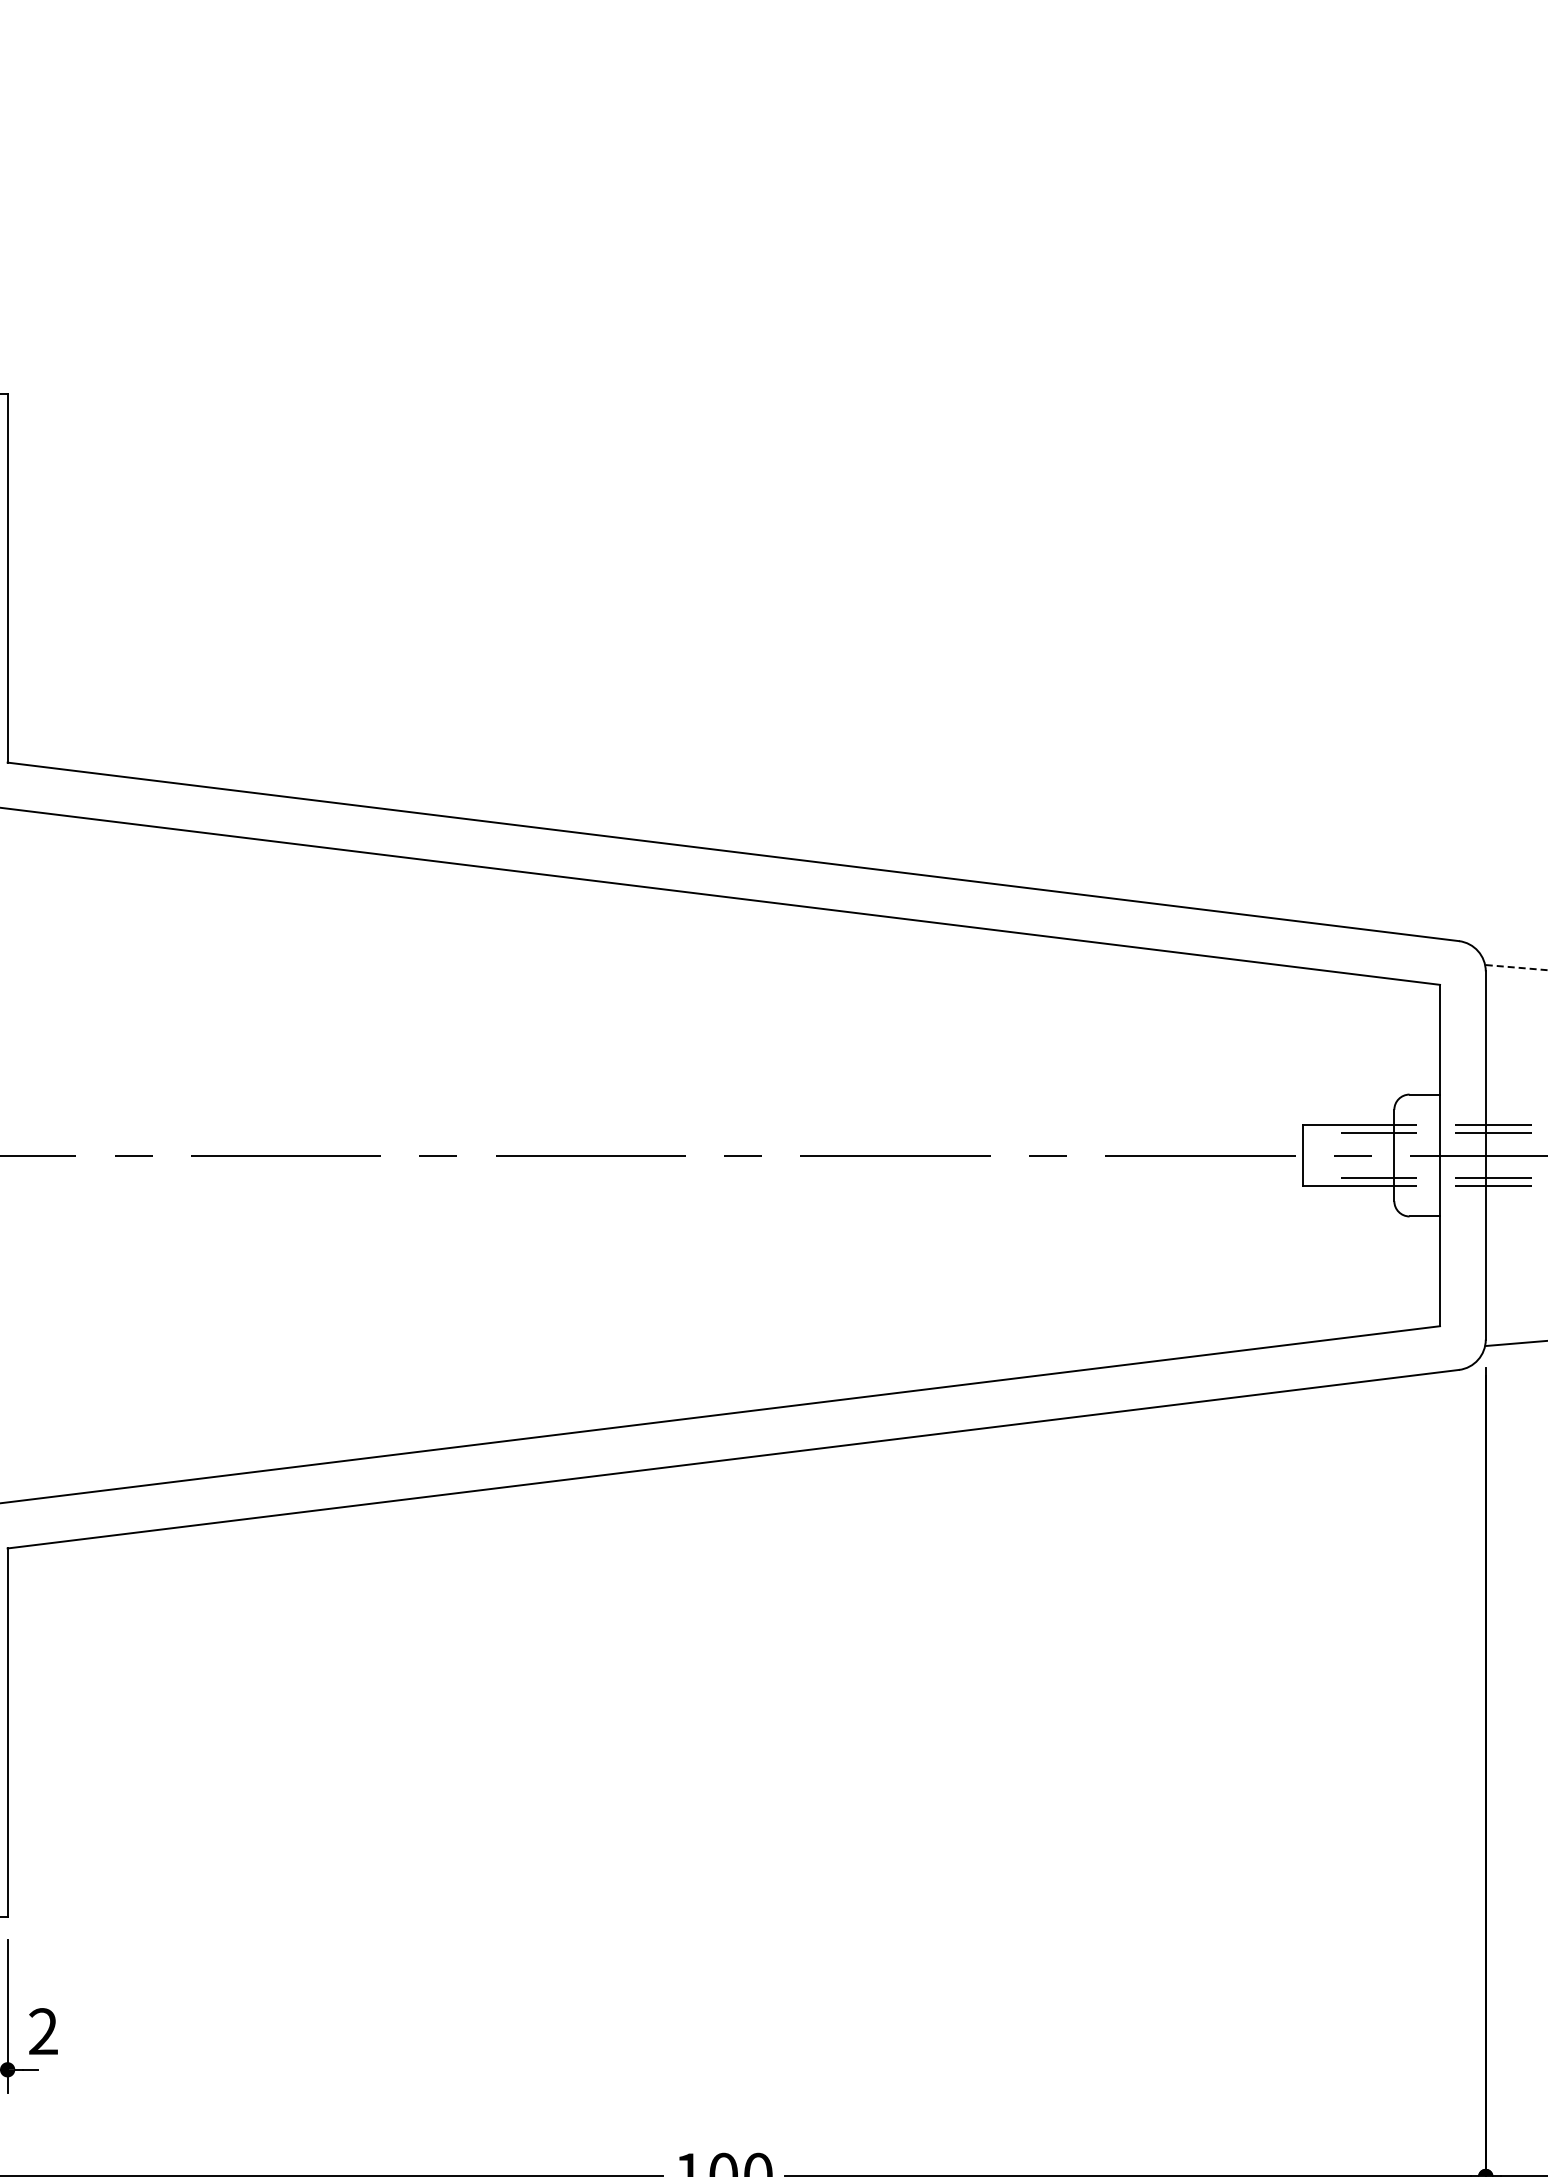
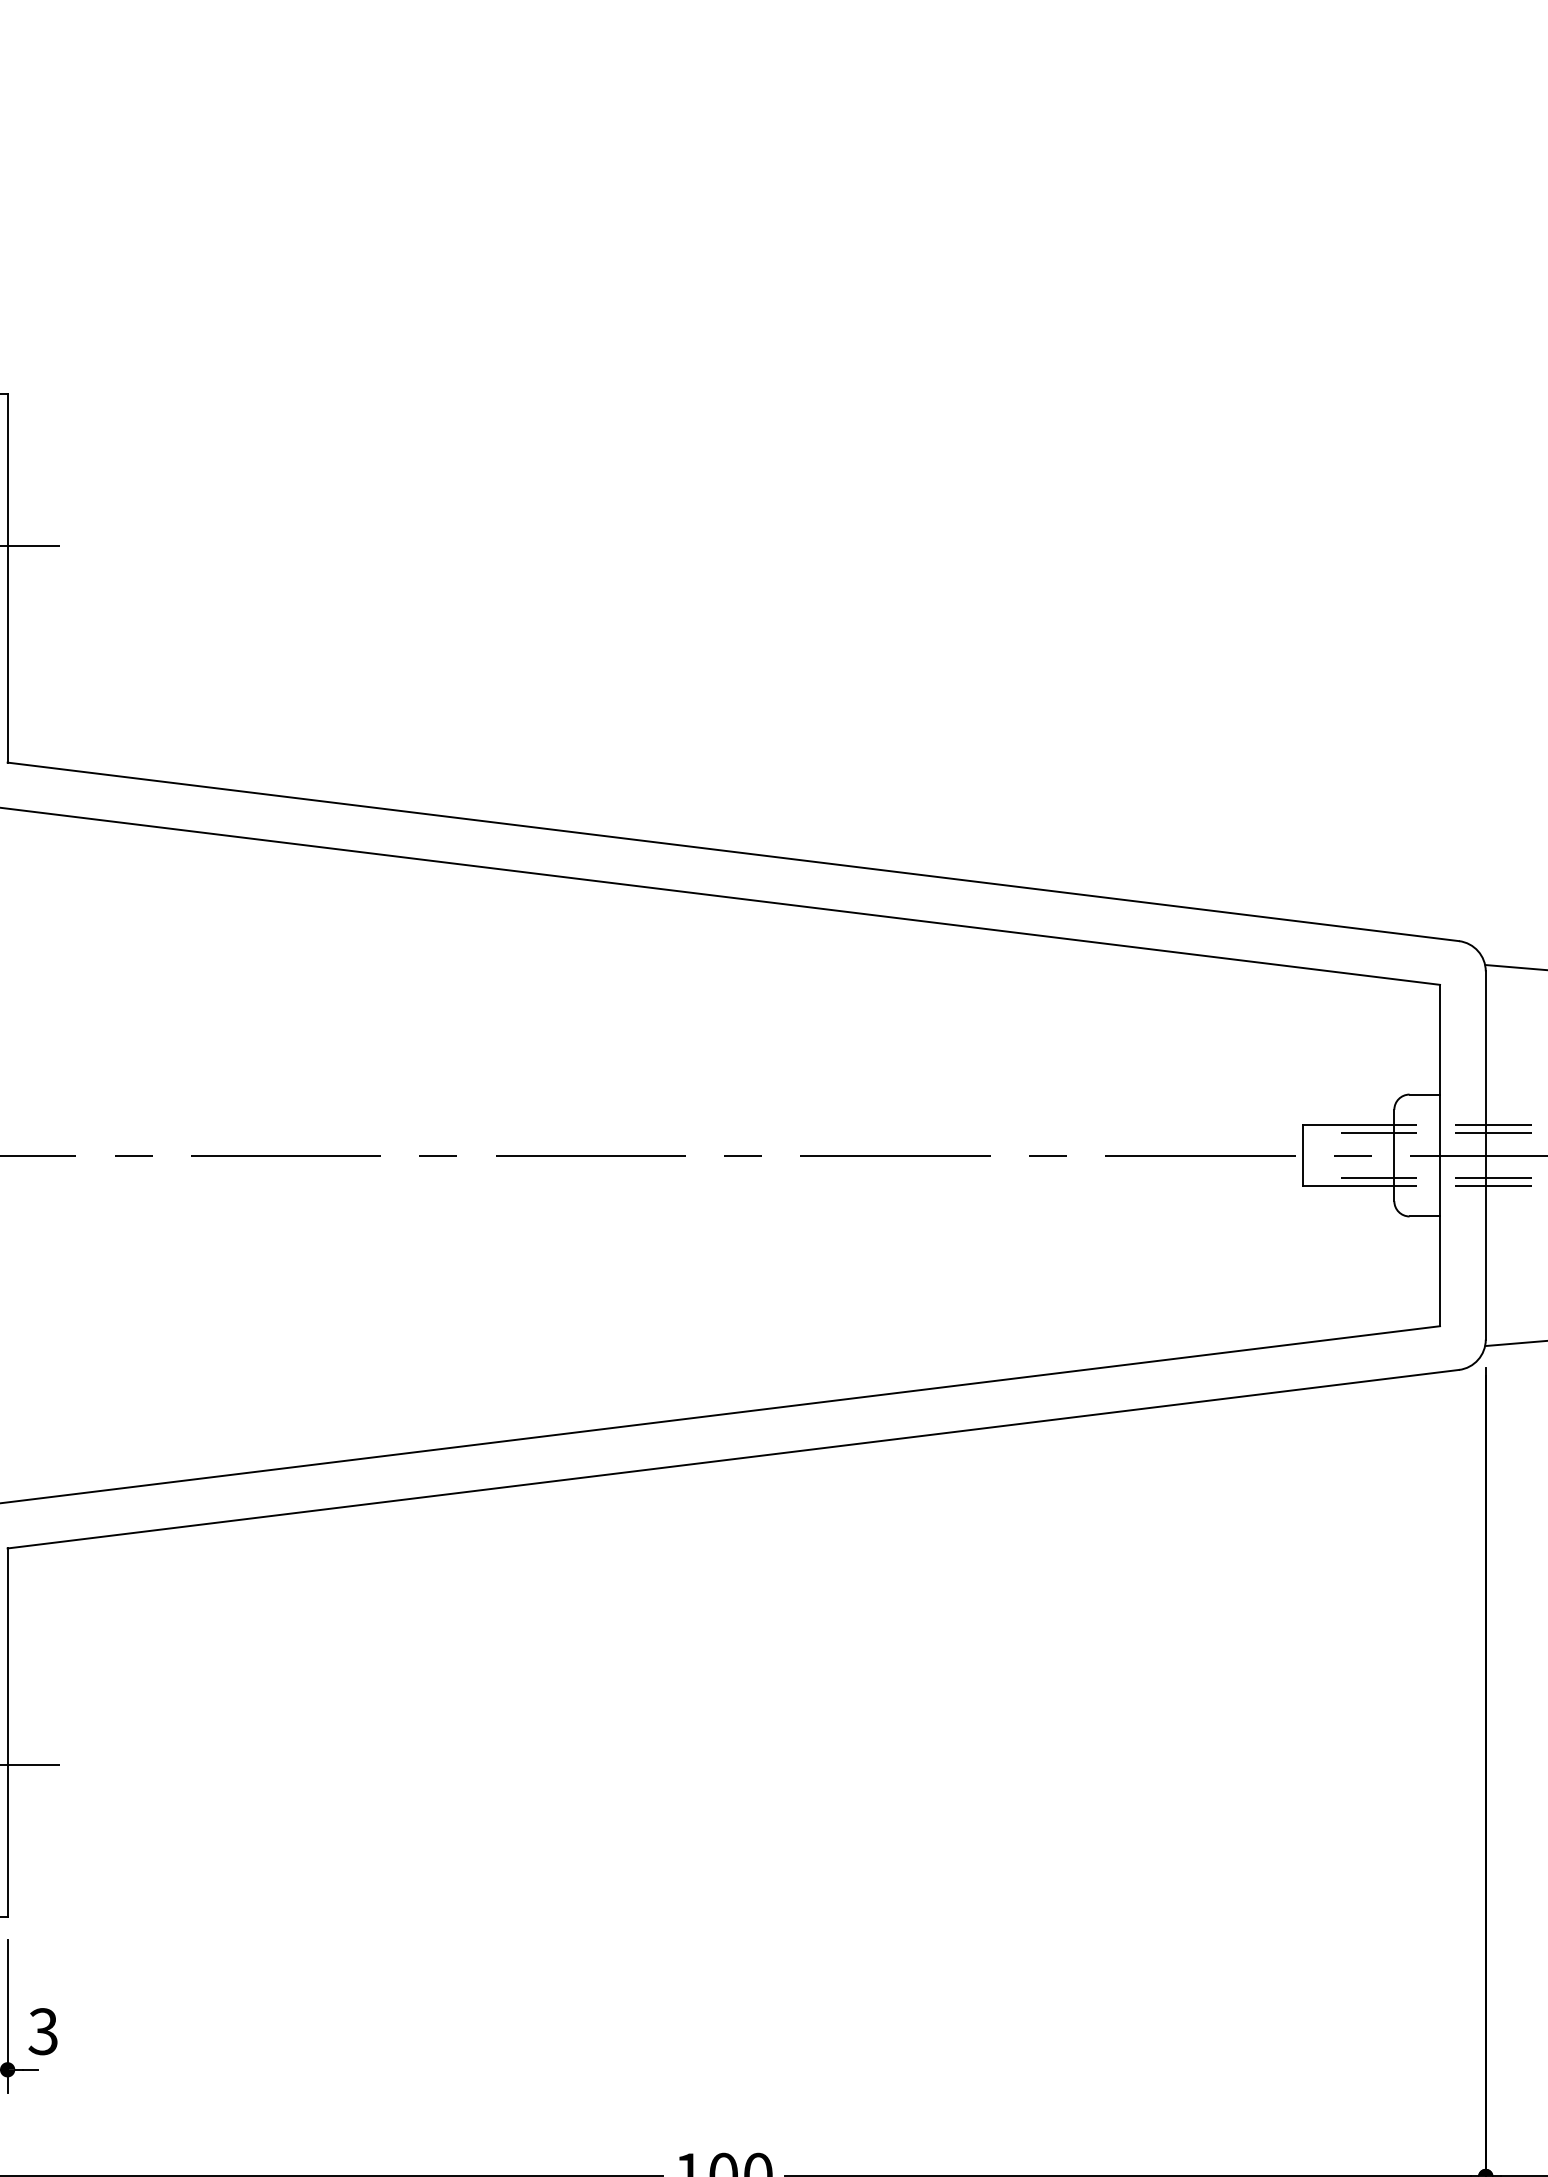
line at (31, 546): none -> present
line at (1516, 967): dashed -> solid
line at (31, 1765): none -> present
text at (42, 2031): 2 -> 3
